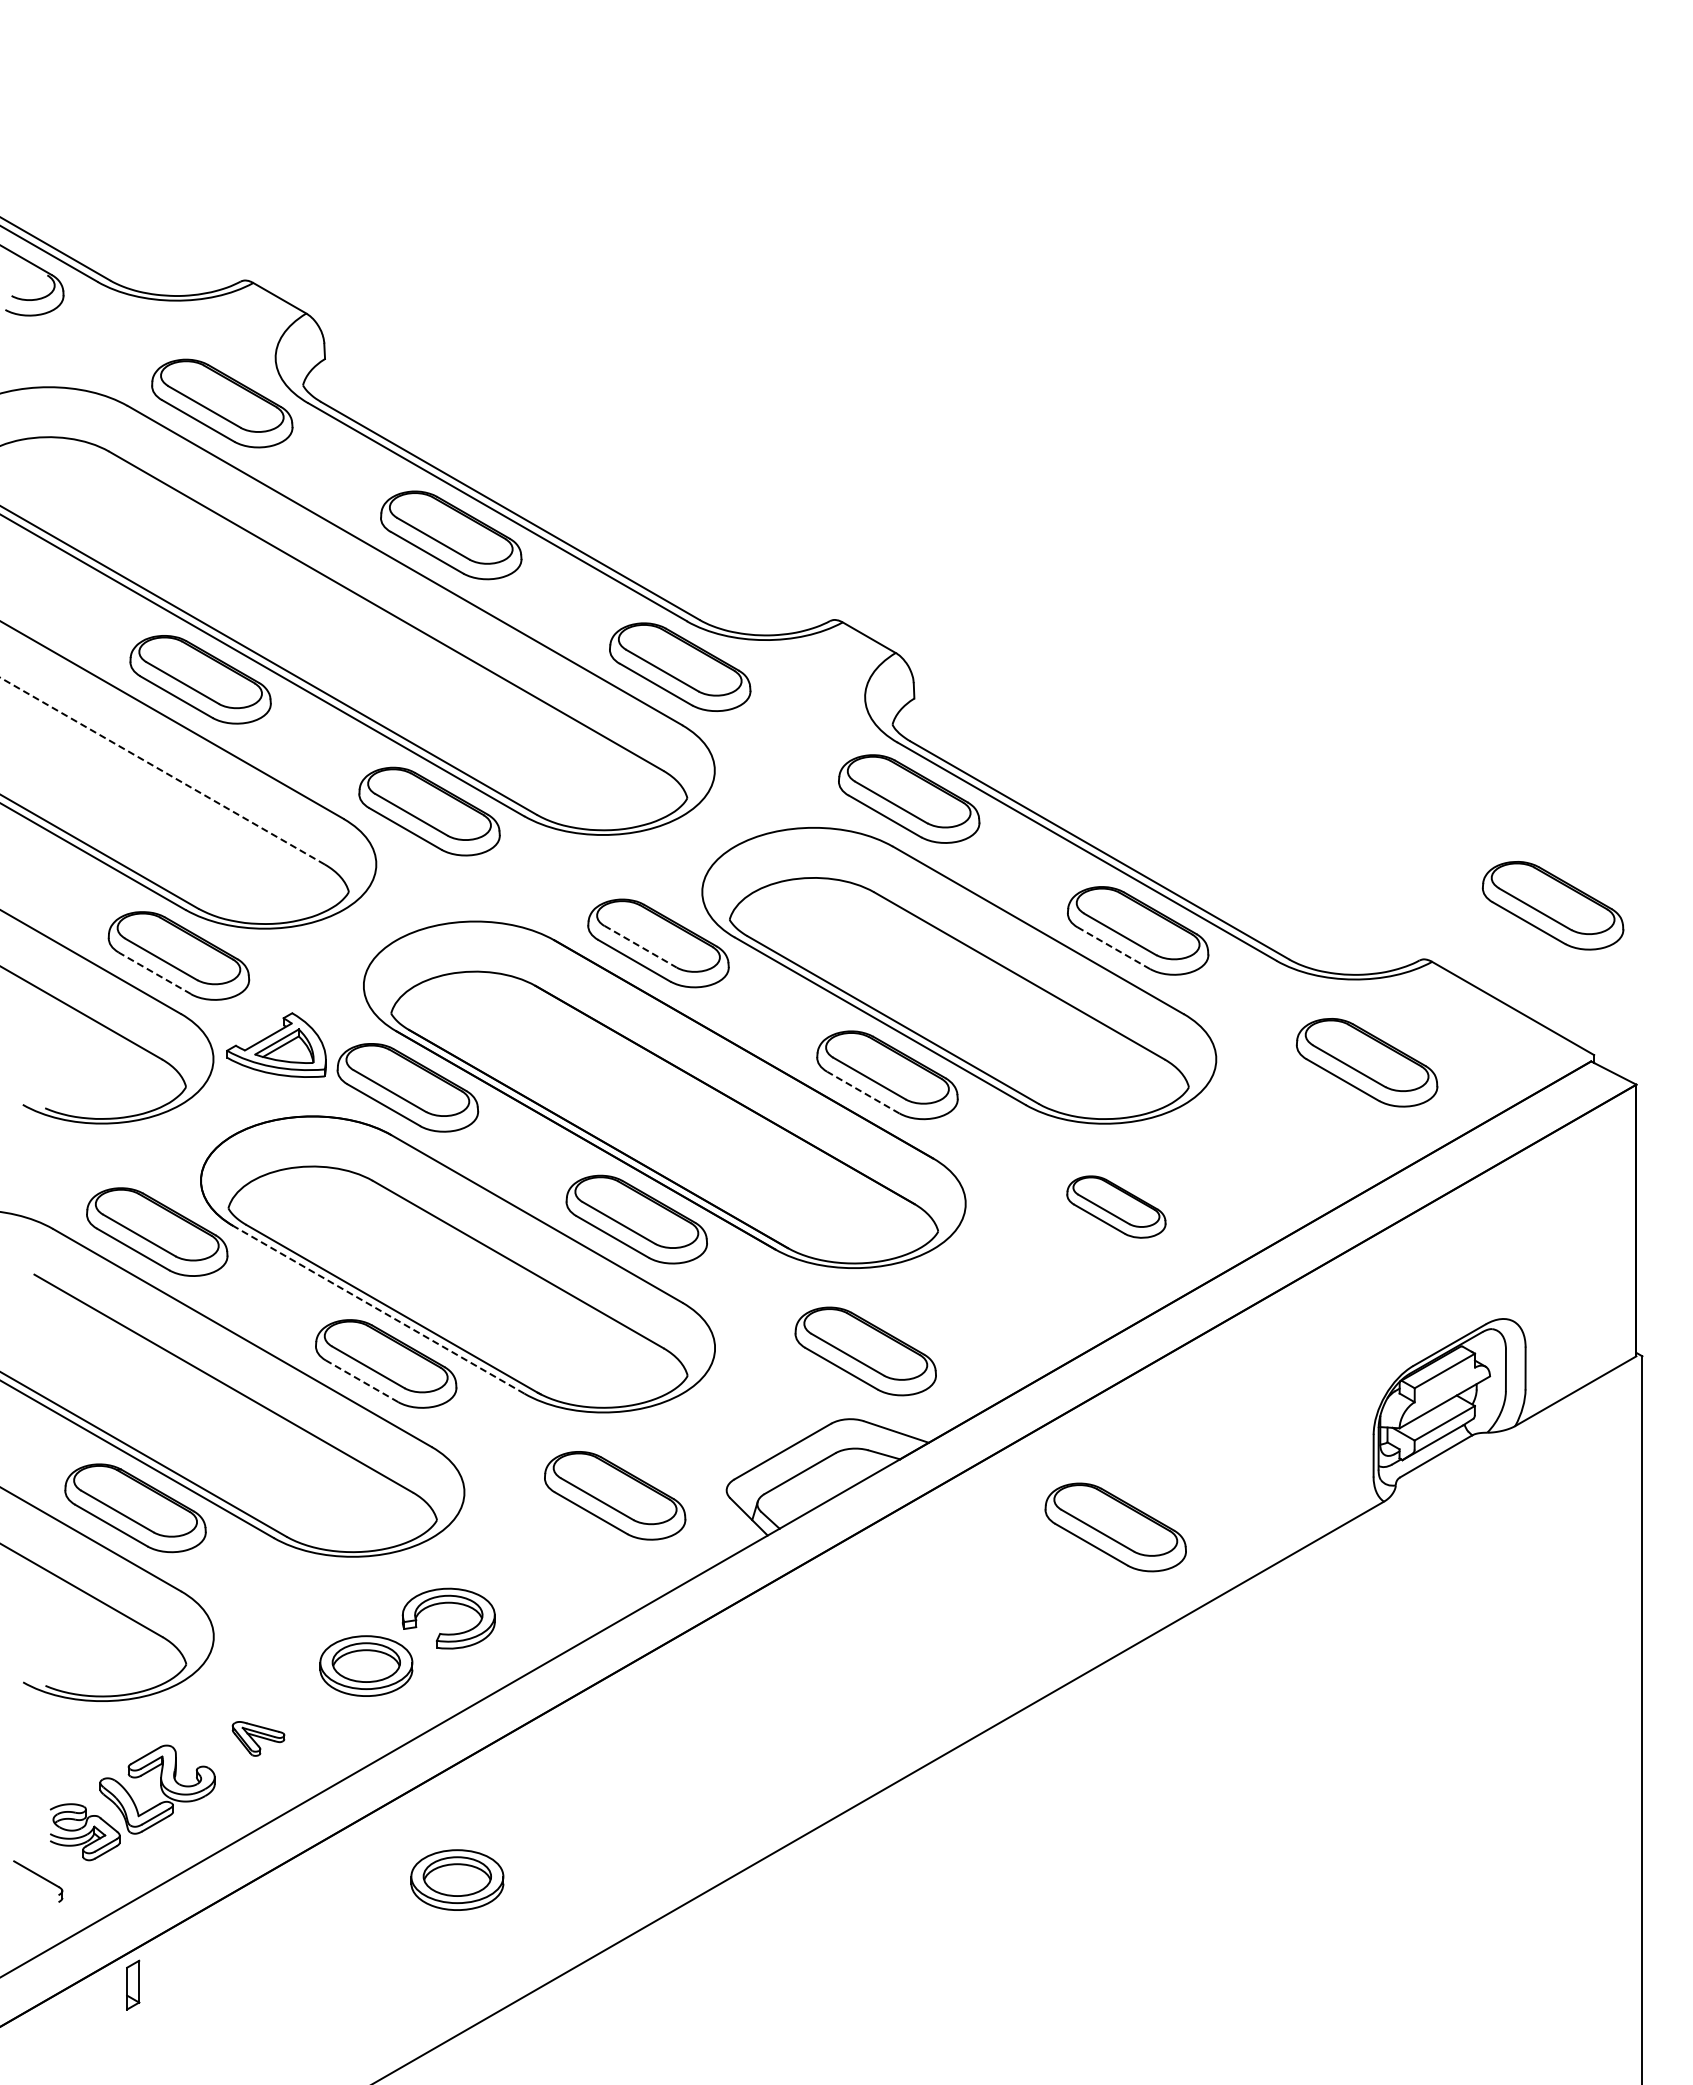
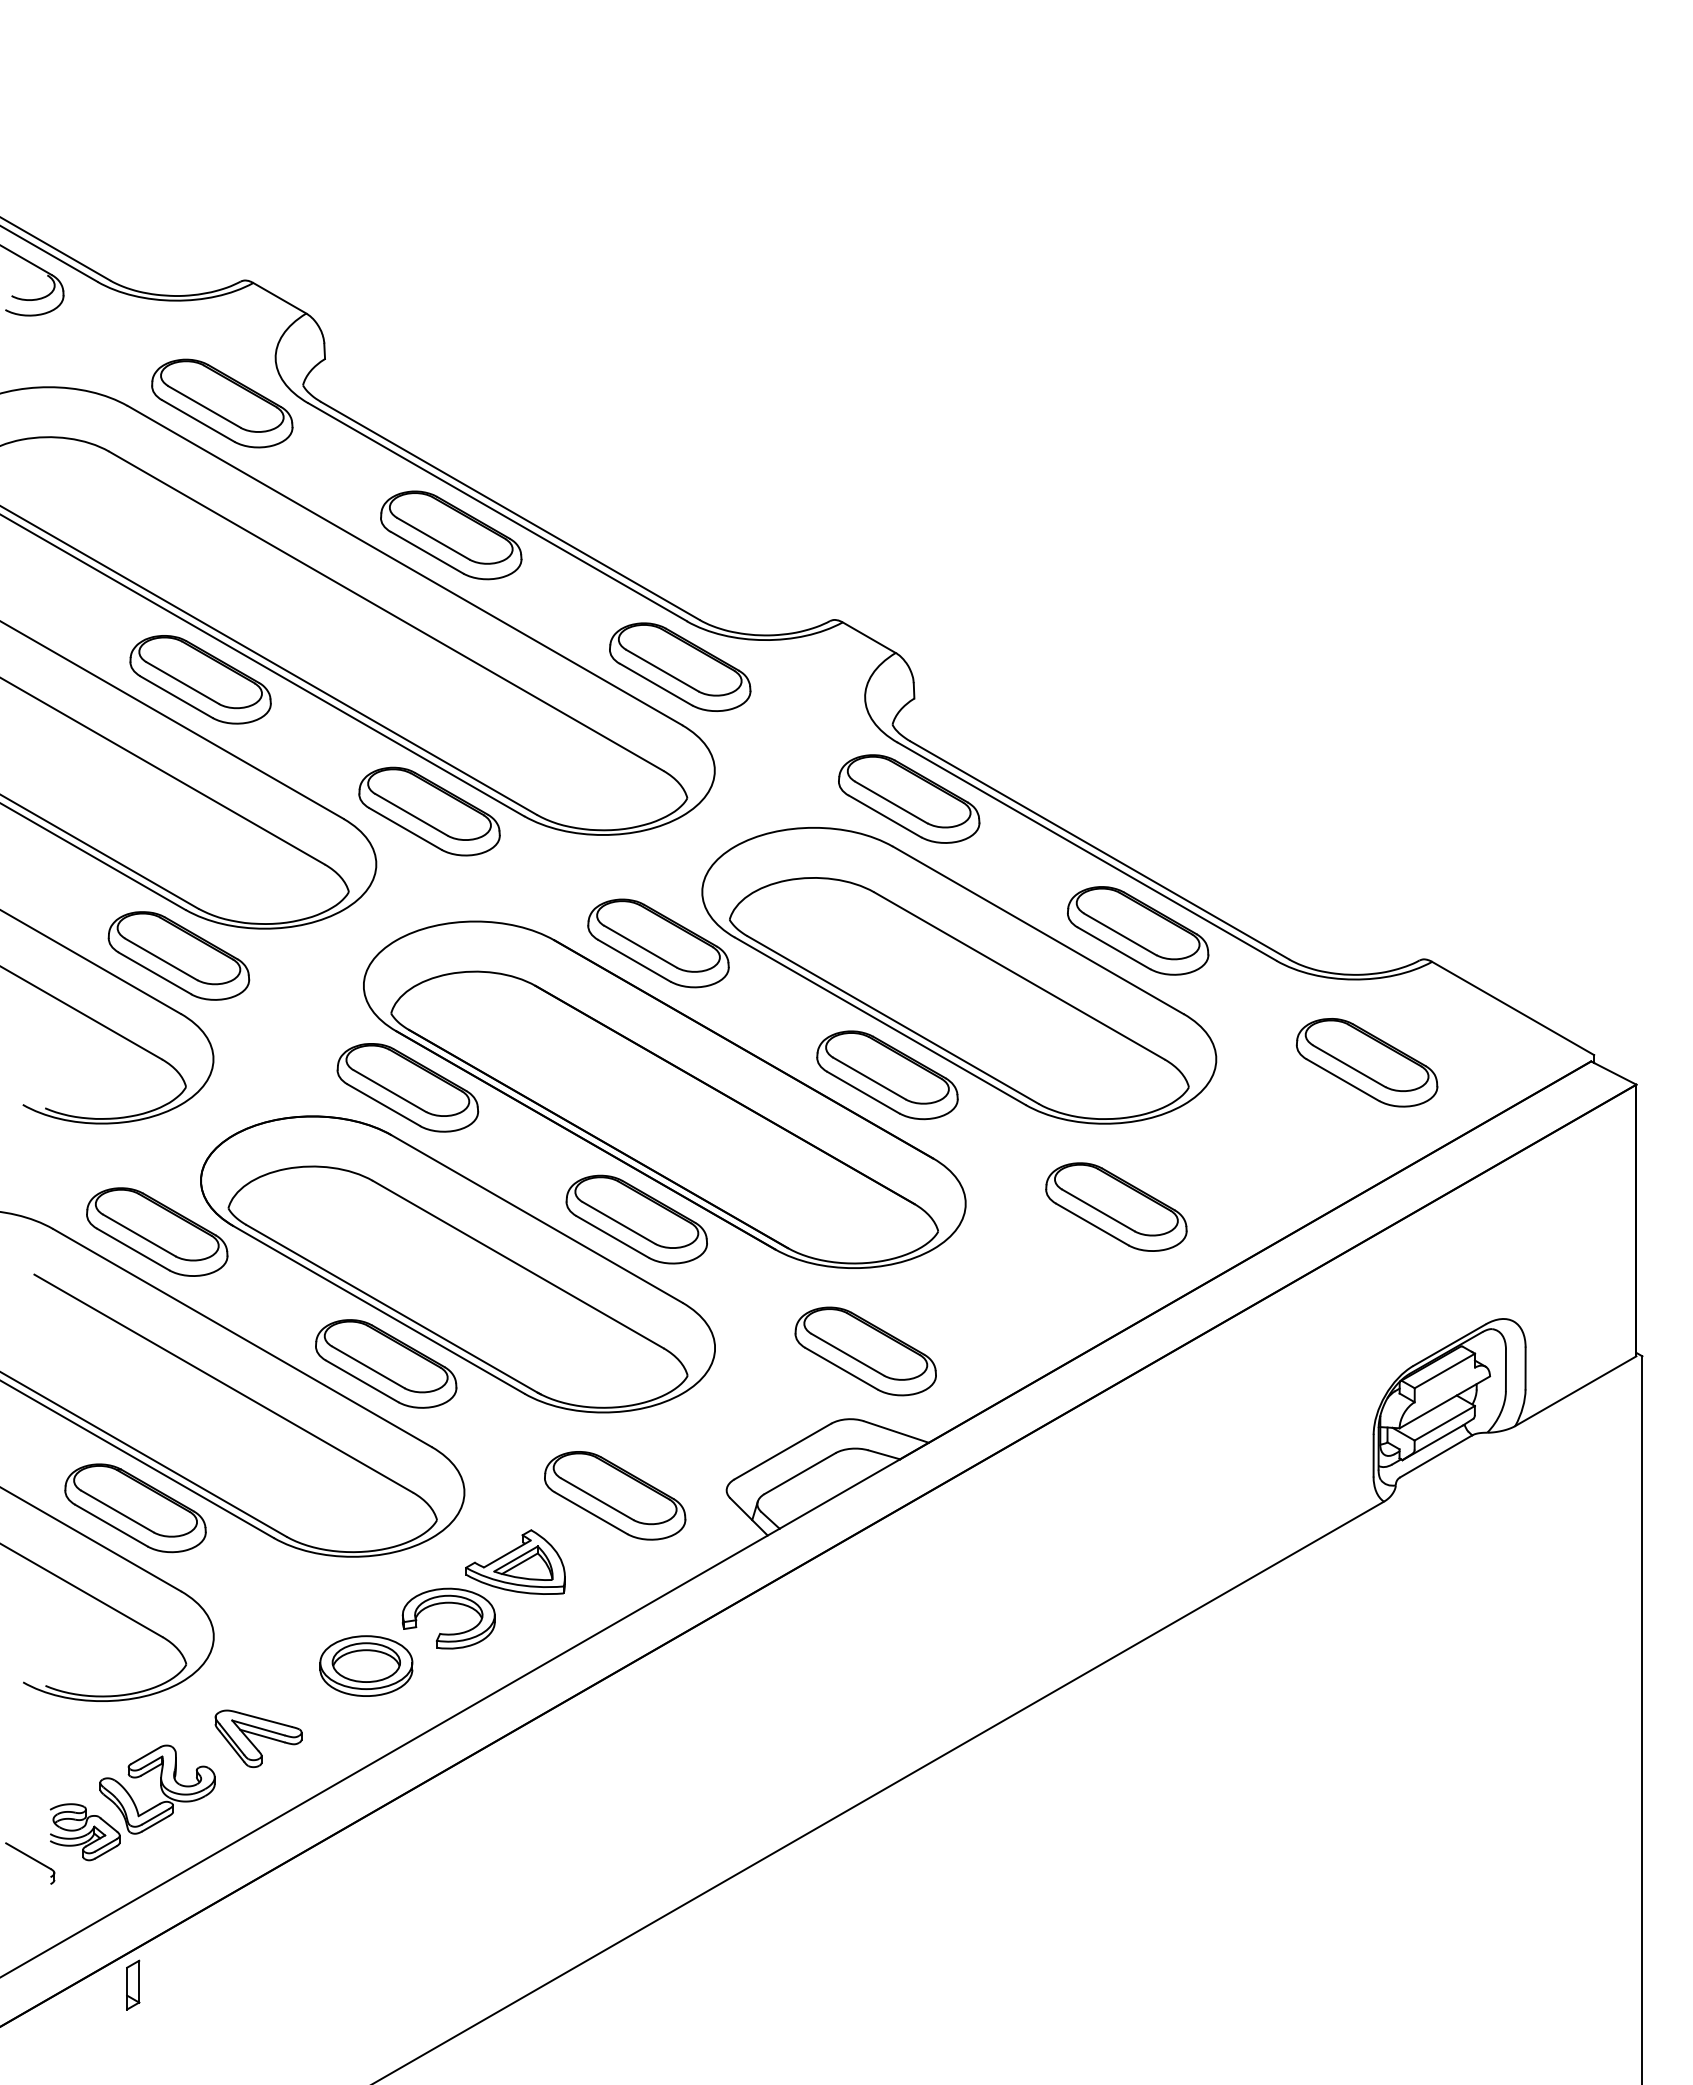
line at (162, 770): dashed -> solid
part at (1552, 905): present -> none
line at (640, 946): dashed -> solid
line at (1113, 948): dashed -> solid
line at (154, 973): dashed -> solid
part at (276, 1044) position: (276, 1044) -> (515, 1561)
line at (863, 1092): dashed -> solid
part at (1116, 1206) size: 101x64 px -> 143x90 px
line at (379, 1309): dashed -> solid
line at (362, 1381): dashed -> solid
part at (1115, 1527): present -> none
part at (258, 1738) size: 55x36 px -> 89x60 px
part at (457, 1879): present -> none
part at (38, 1881) position: (38, 1881) -> (30, 1863)
